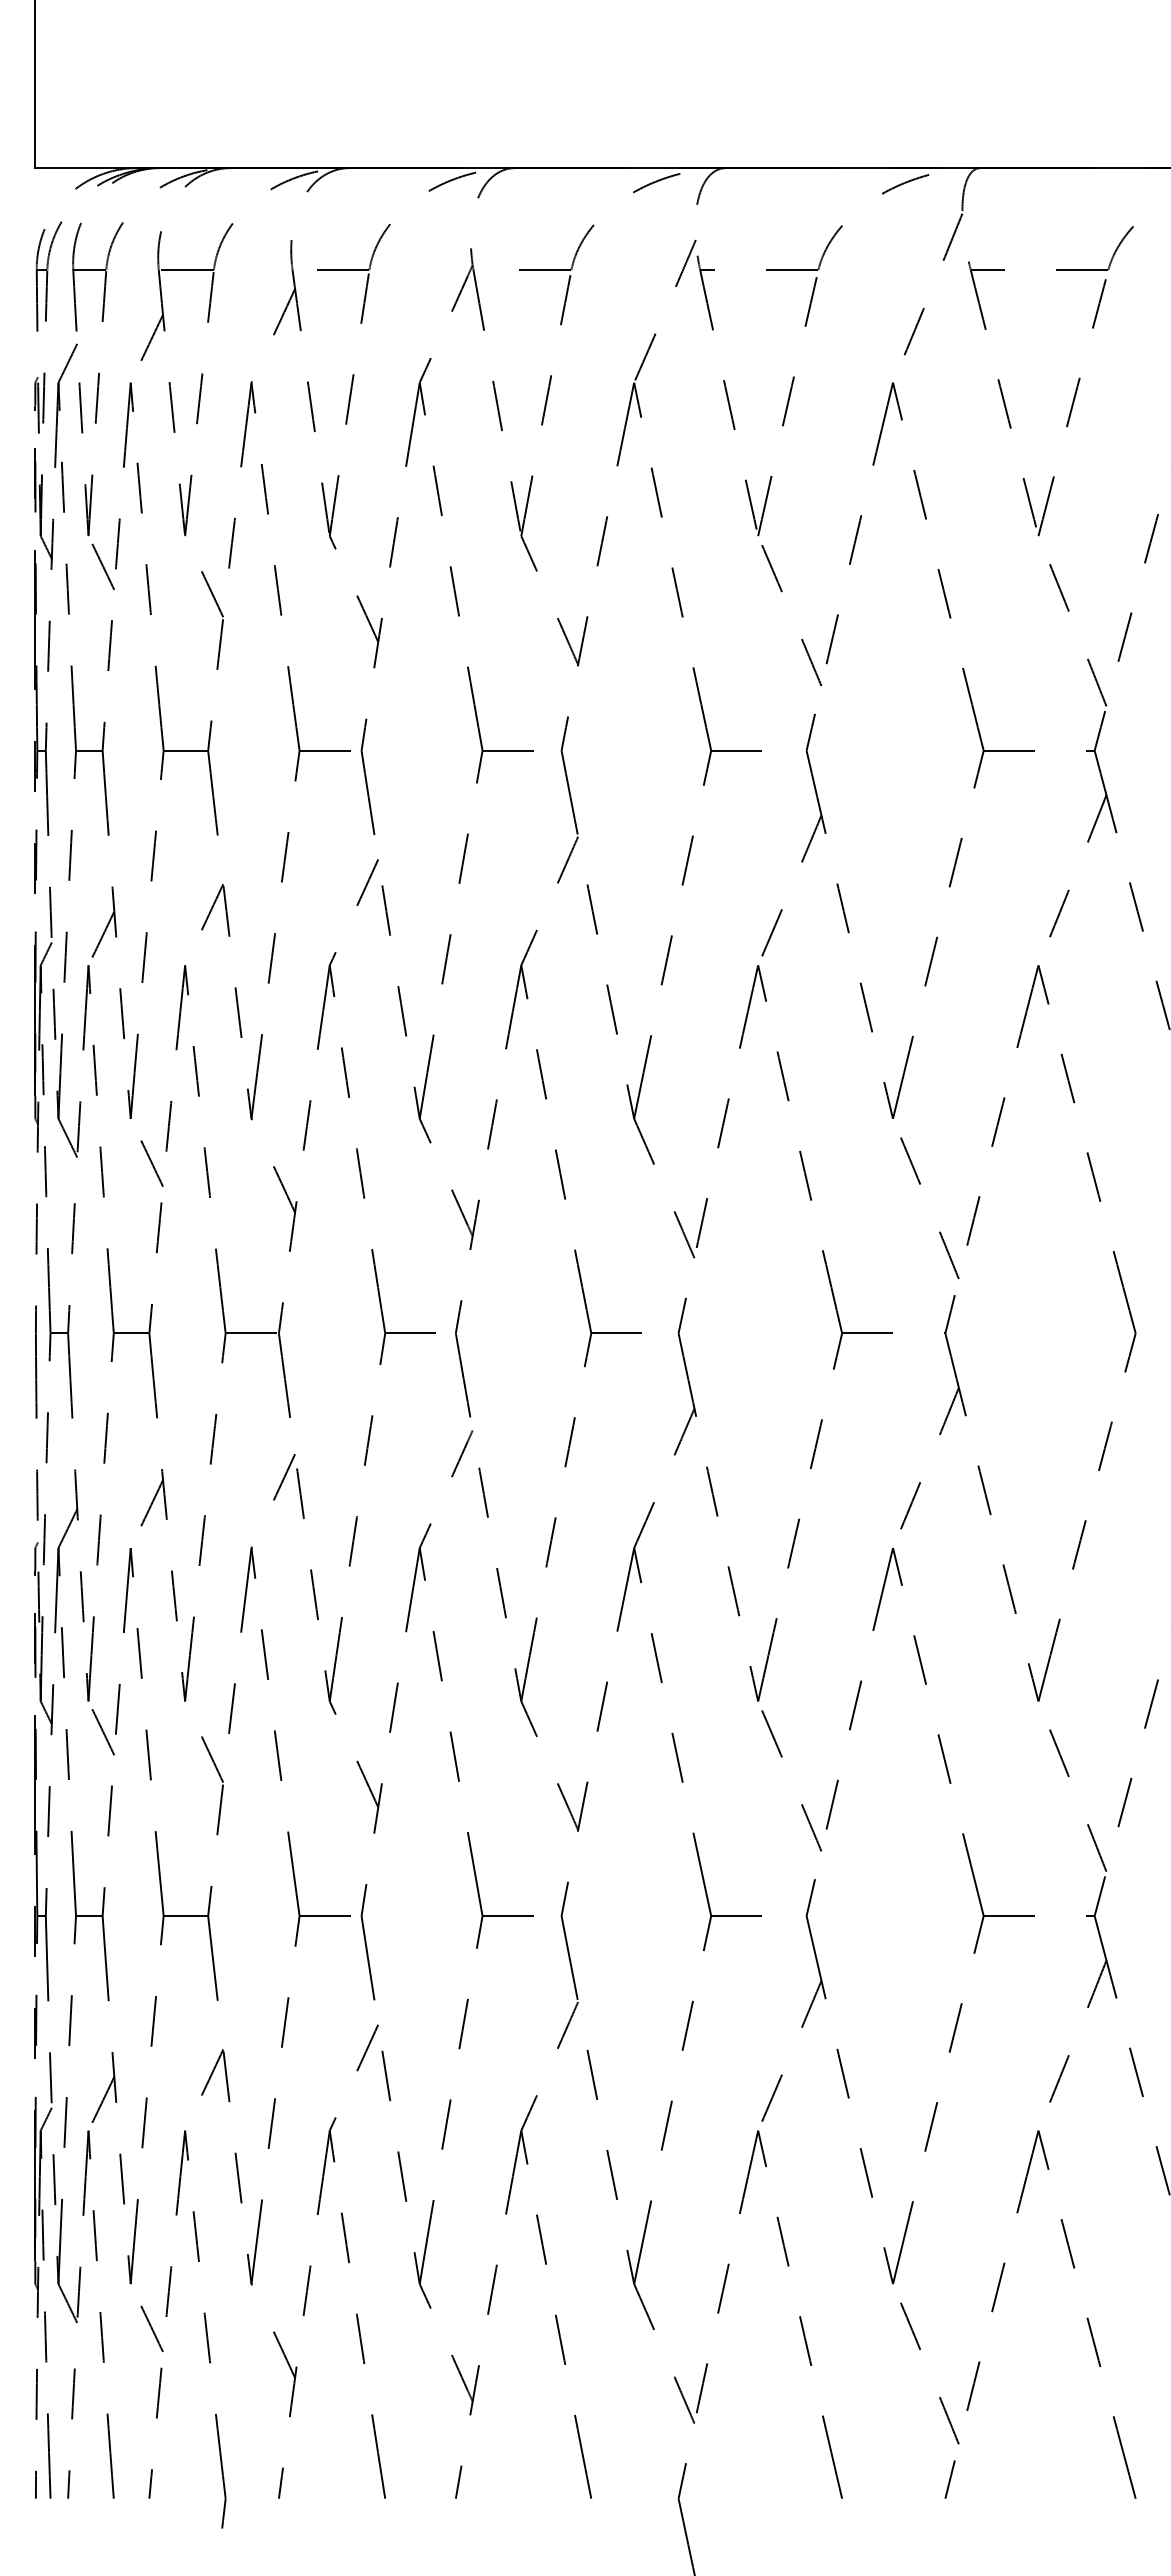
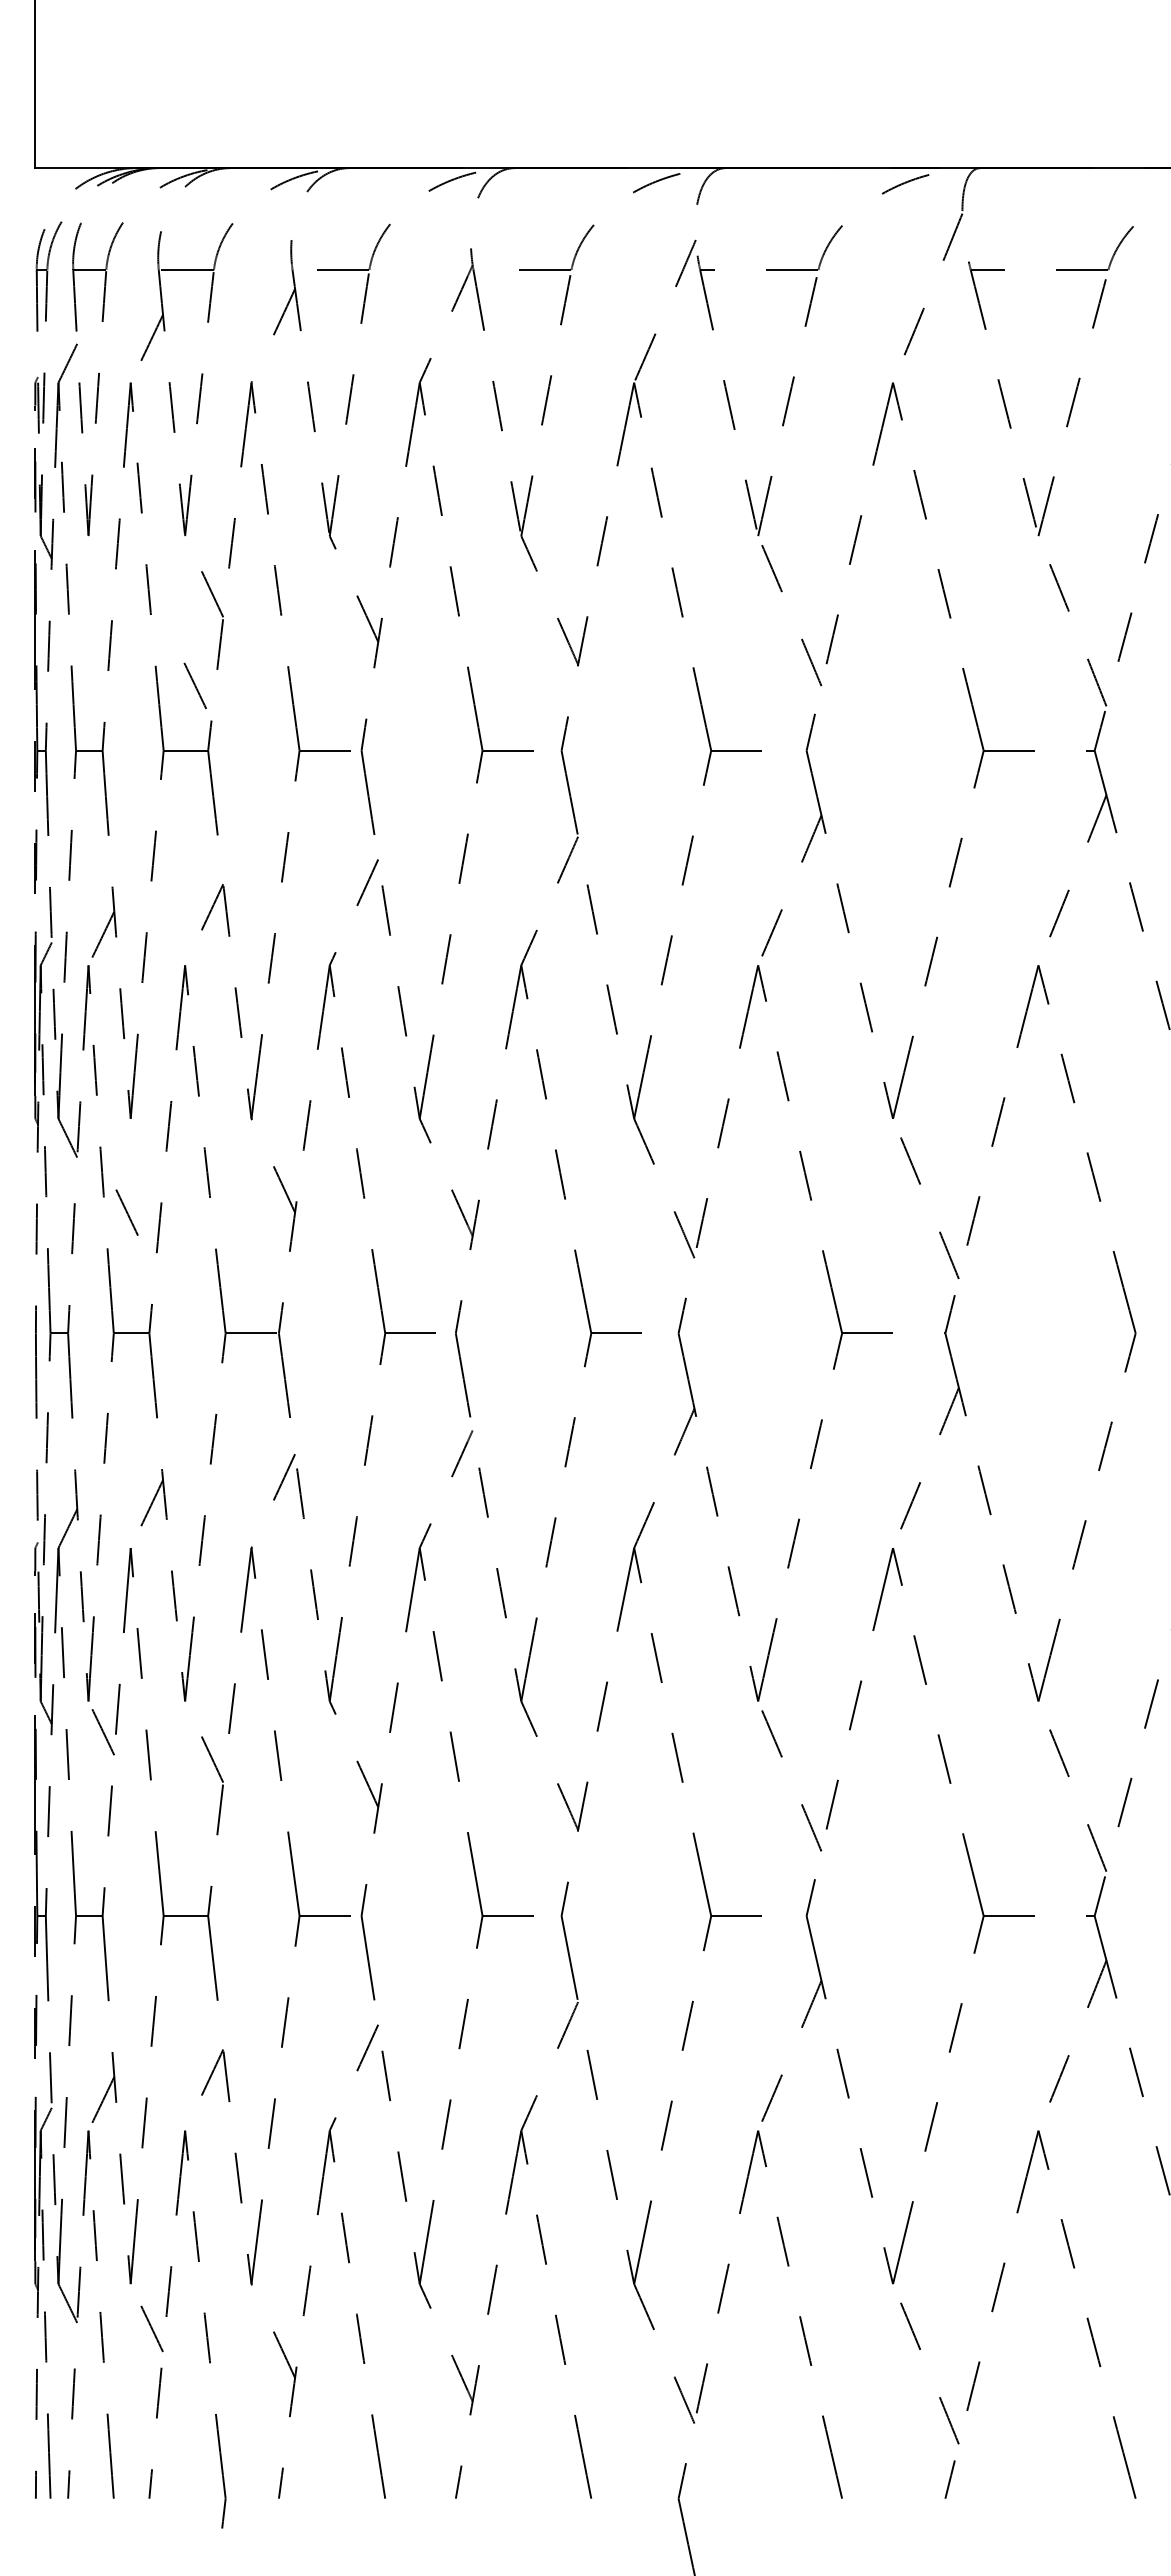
line at (102, 566) position: (102, 566) -> (194, 685)
line at (151, 1163) position: (151, 1163) -> (126, 1212)
